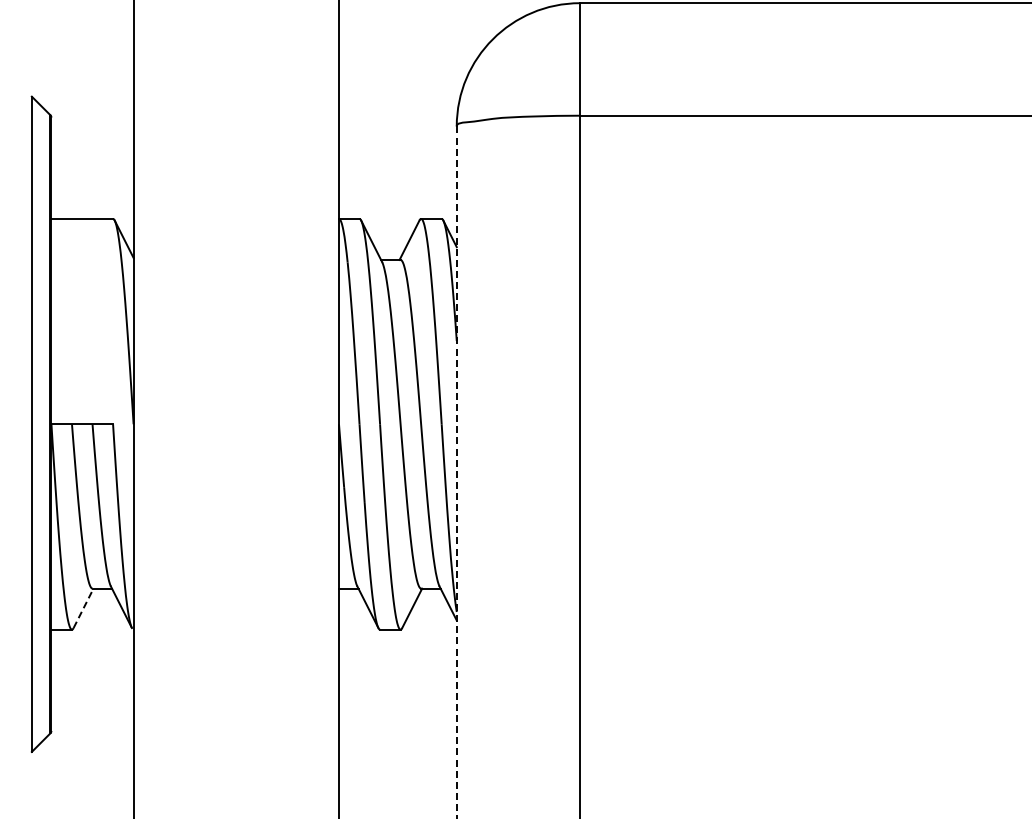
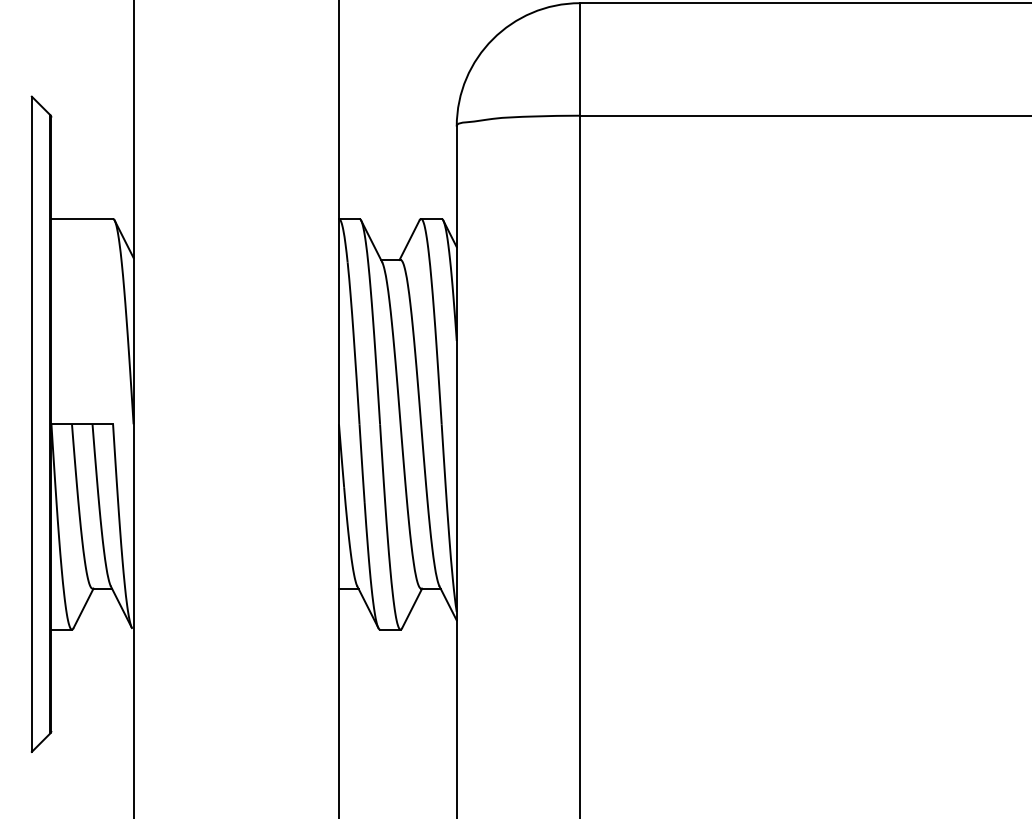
line at (456, 472): dashed -> solid
line at (83, 607): dashed -> solid
